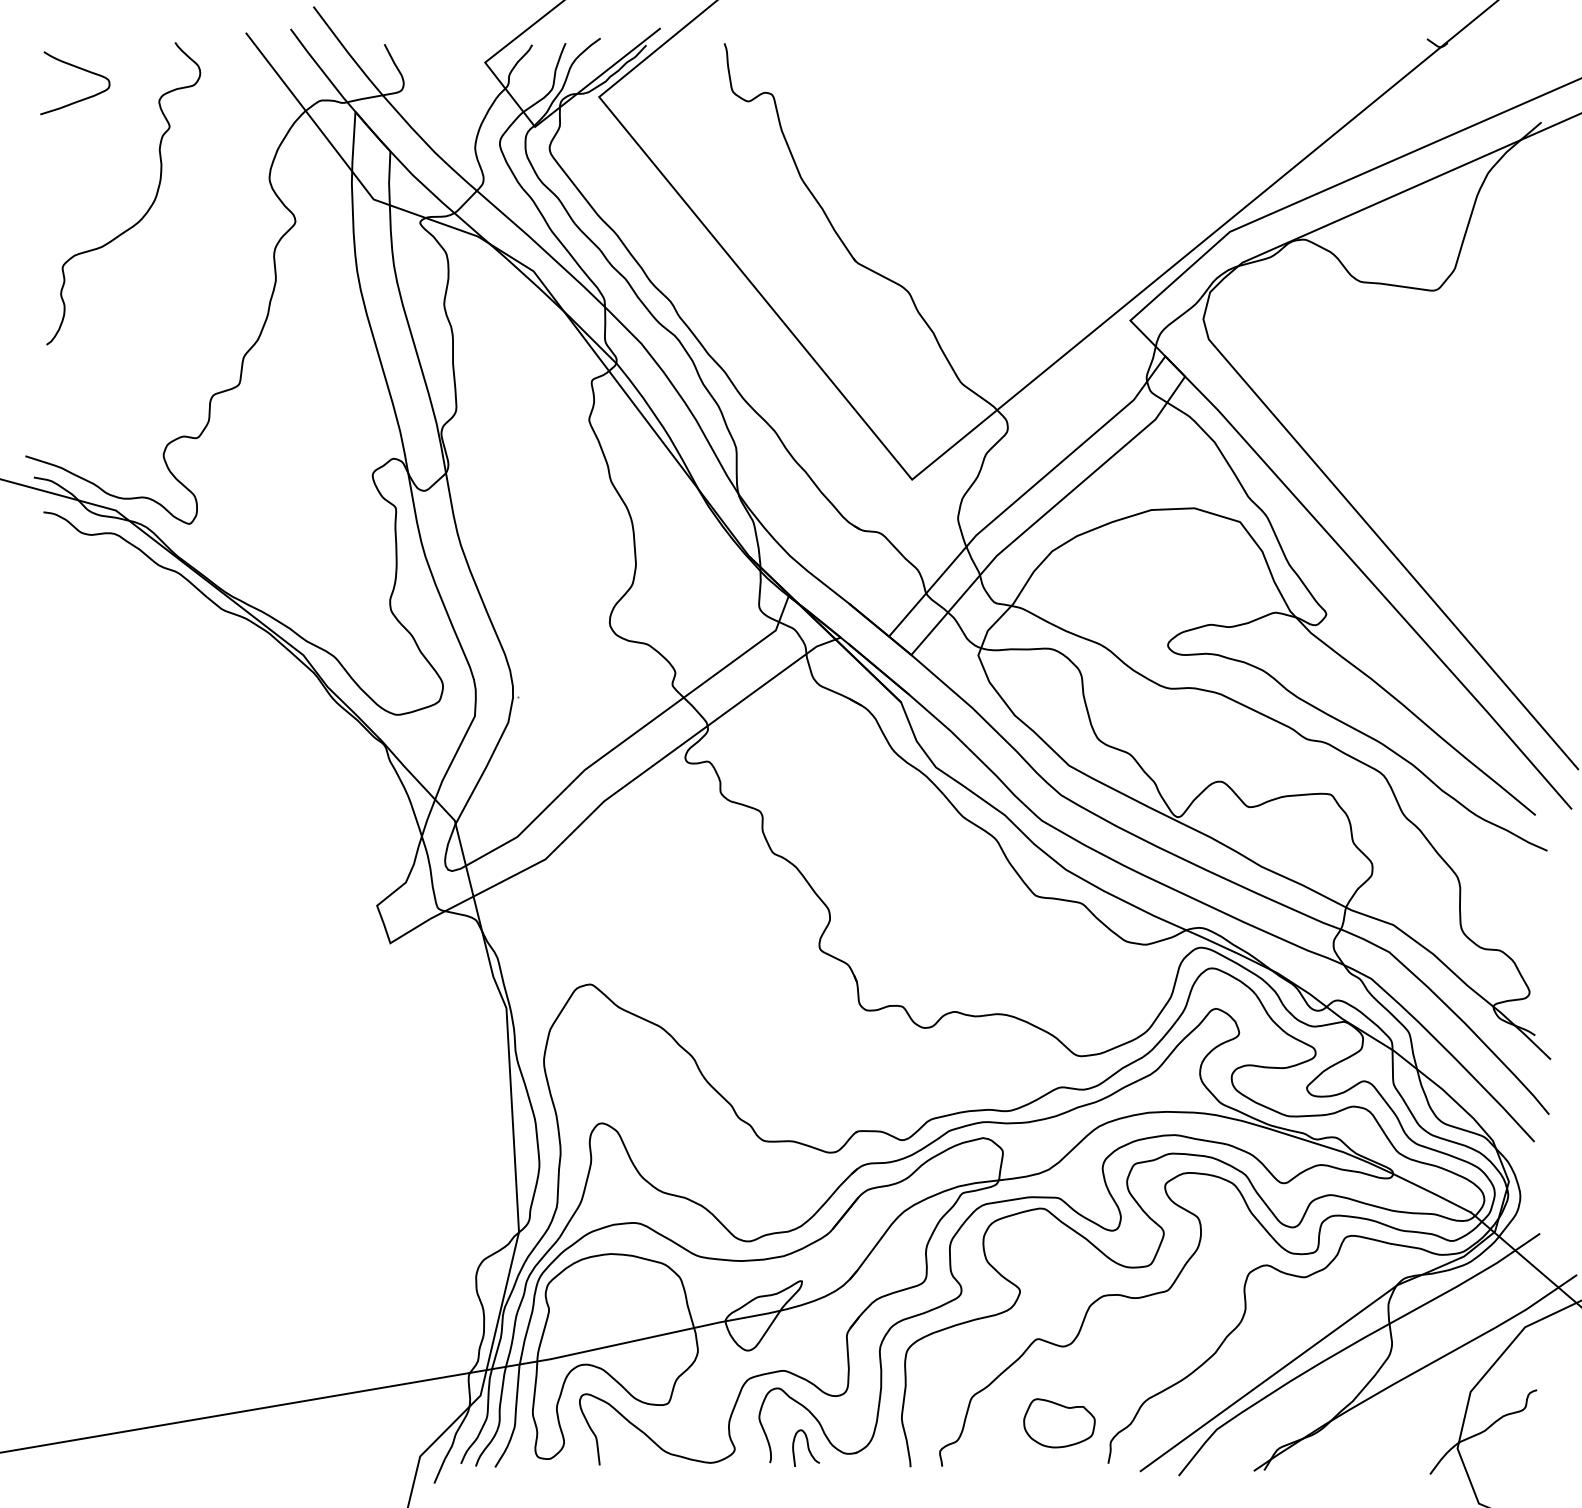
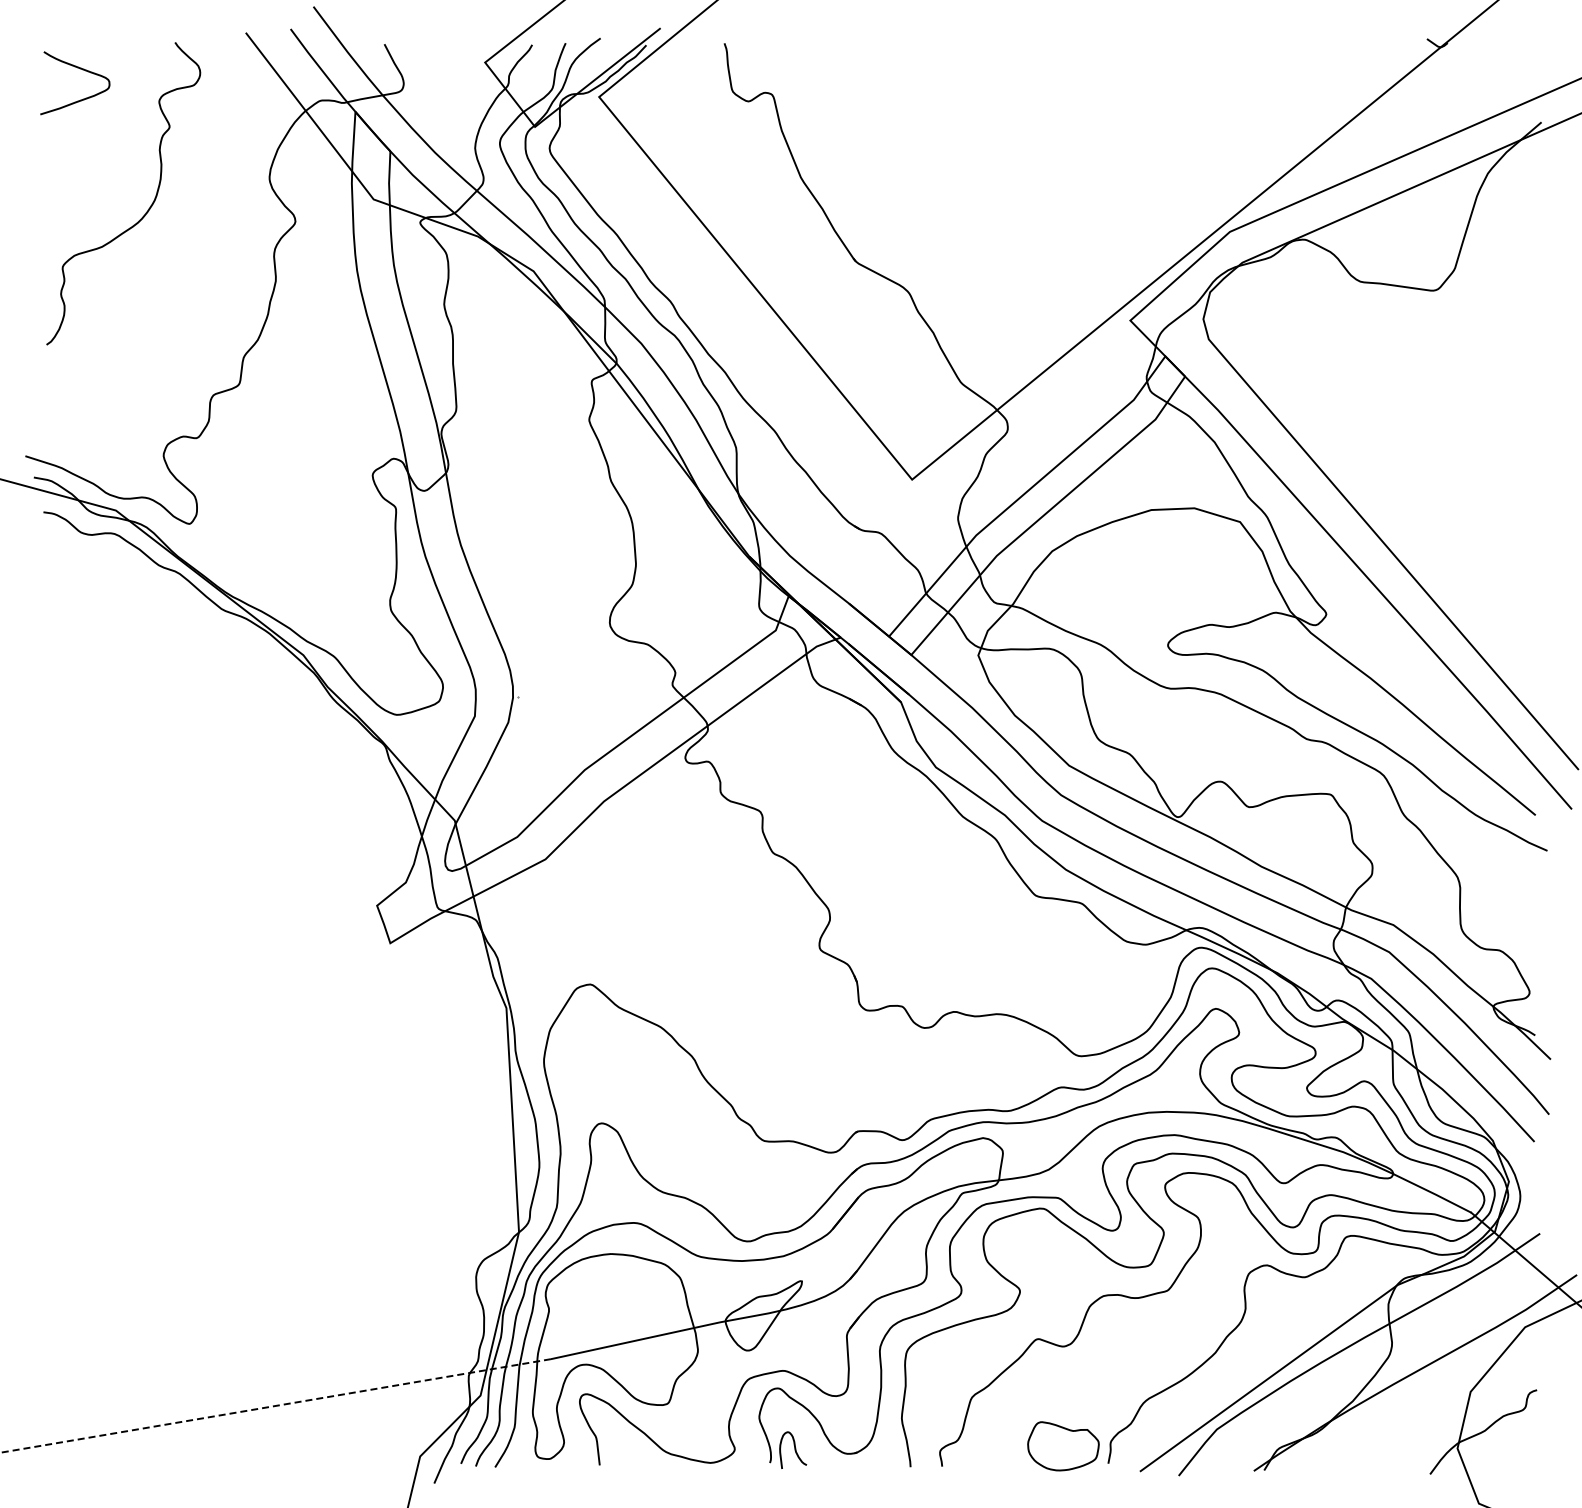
line at (275, 1405): solid -> dashed
part at (1059, 1423) position: (1059, 1423) -> (1063, 1446)
curve at (807, 1447) position: (807, 1447) -> (794, 1449)
